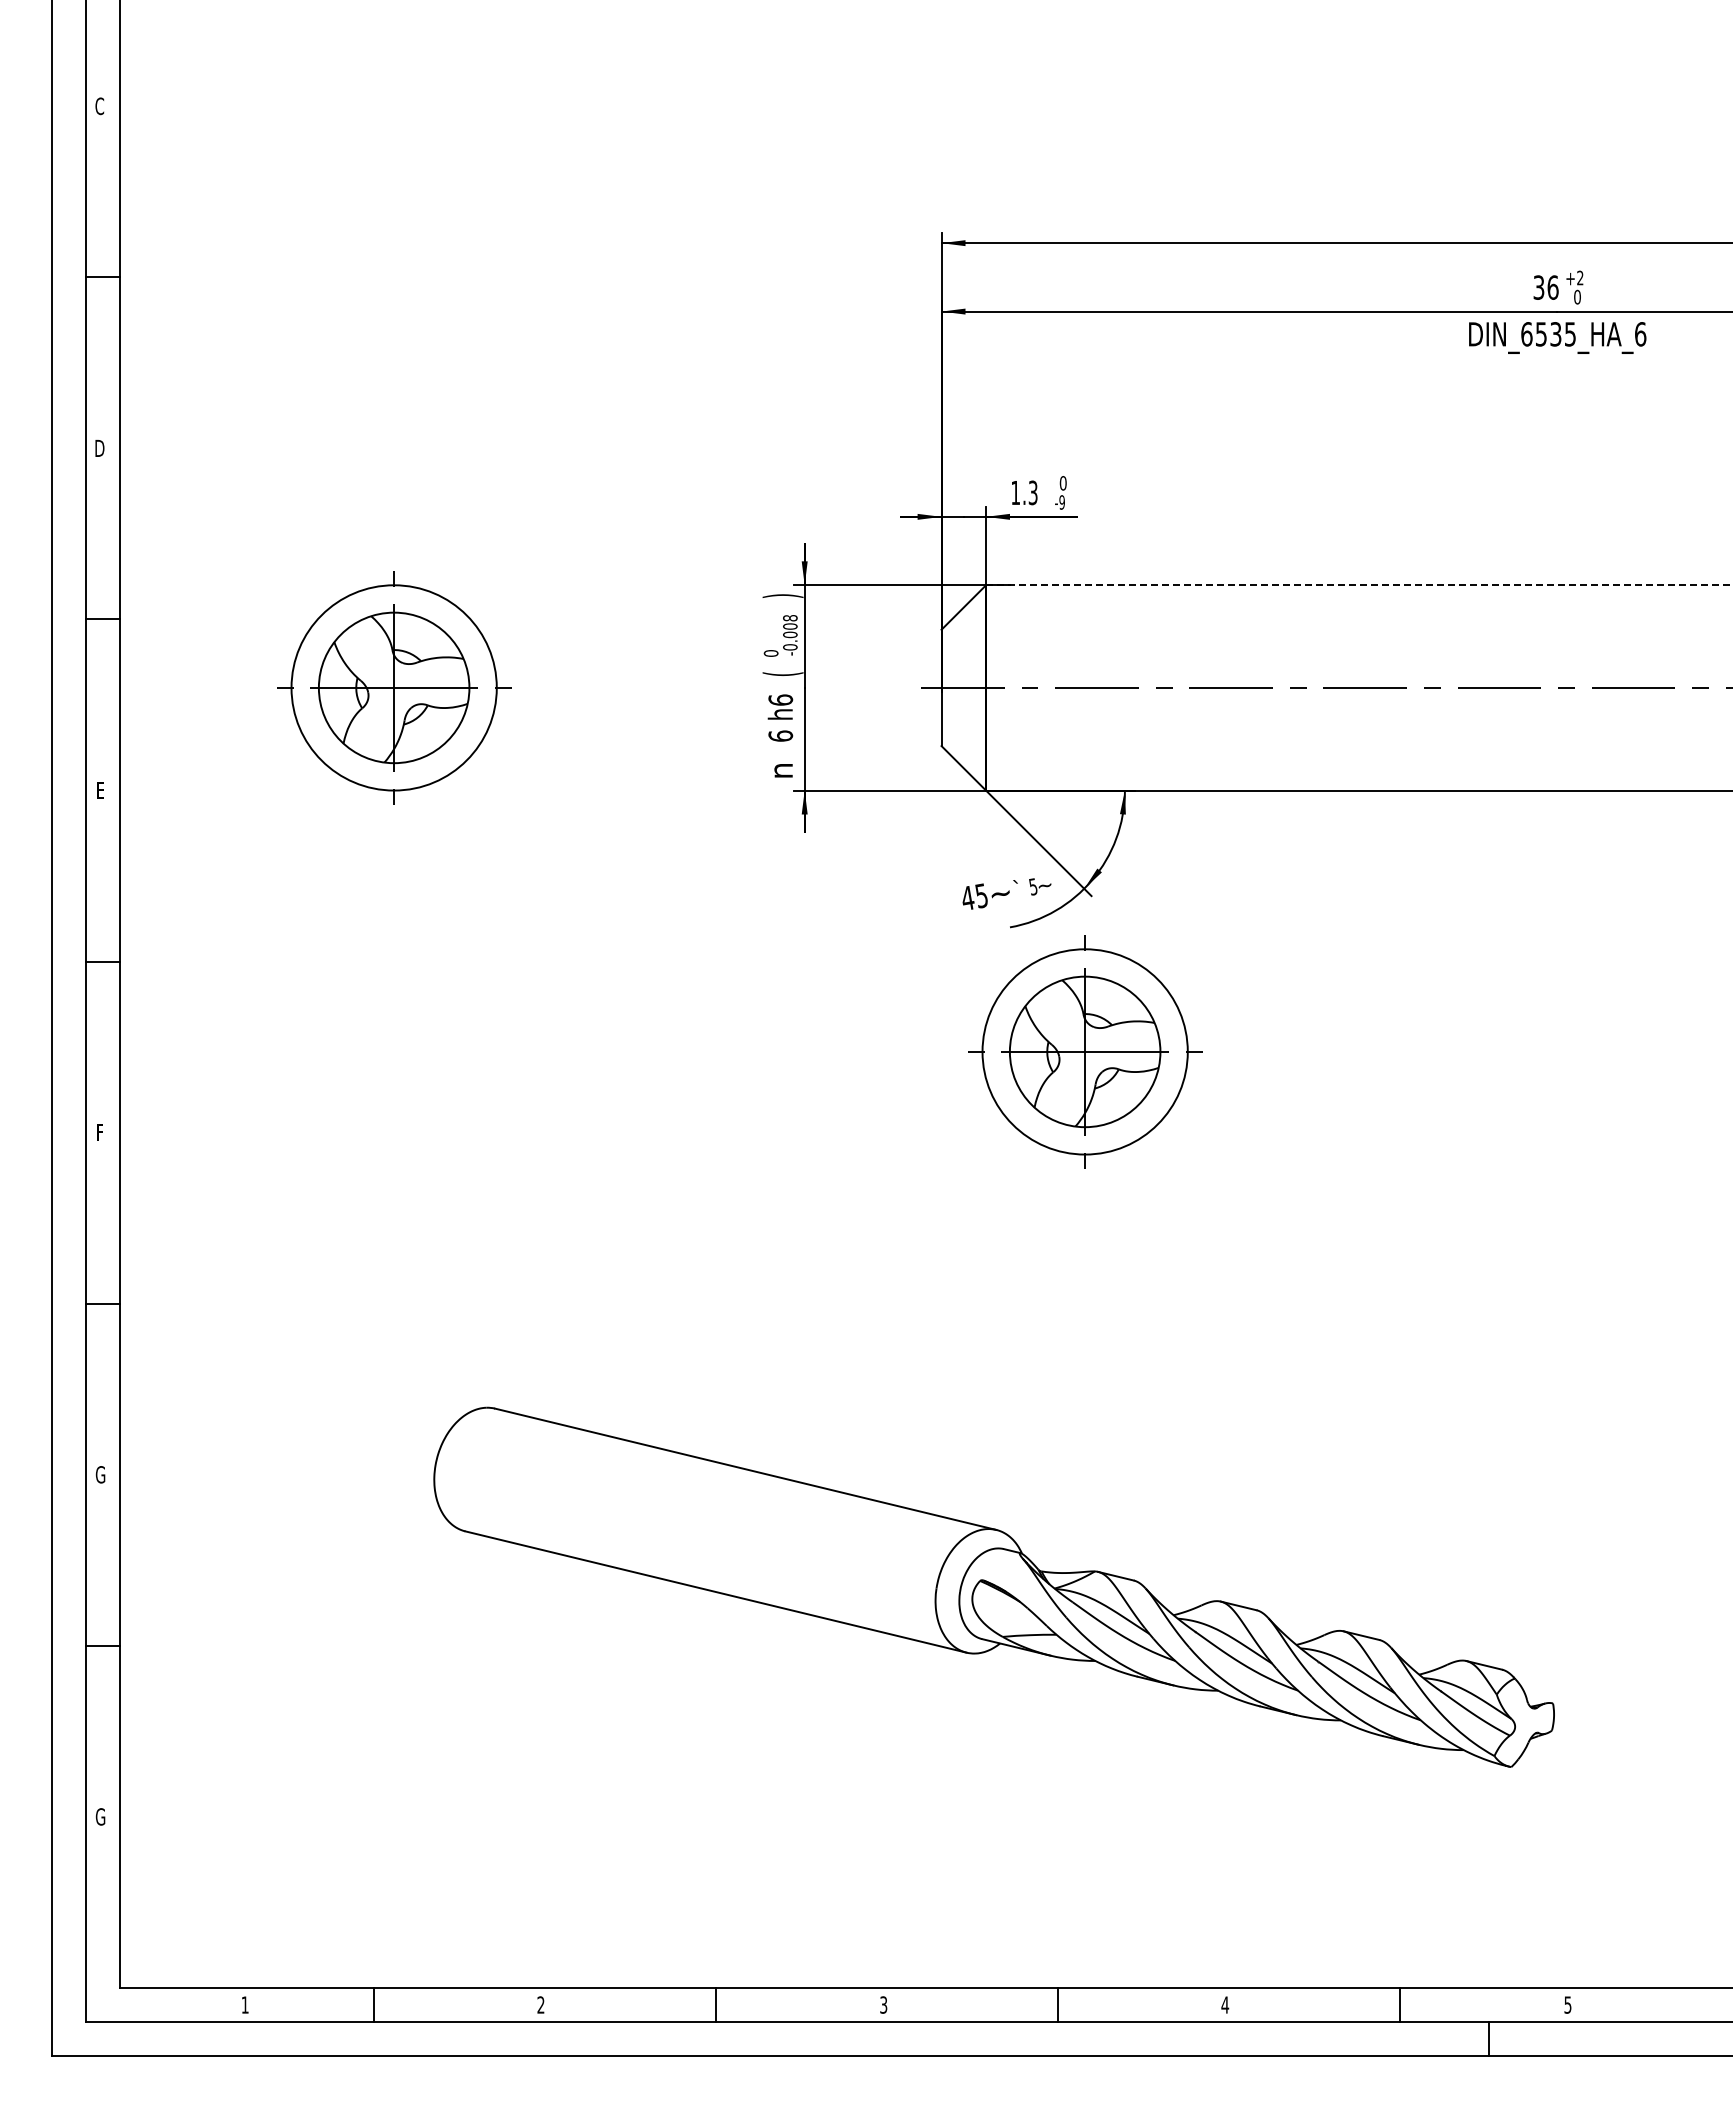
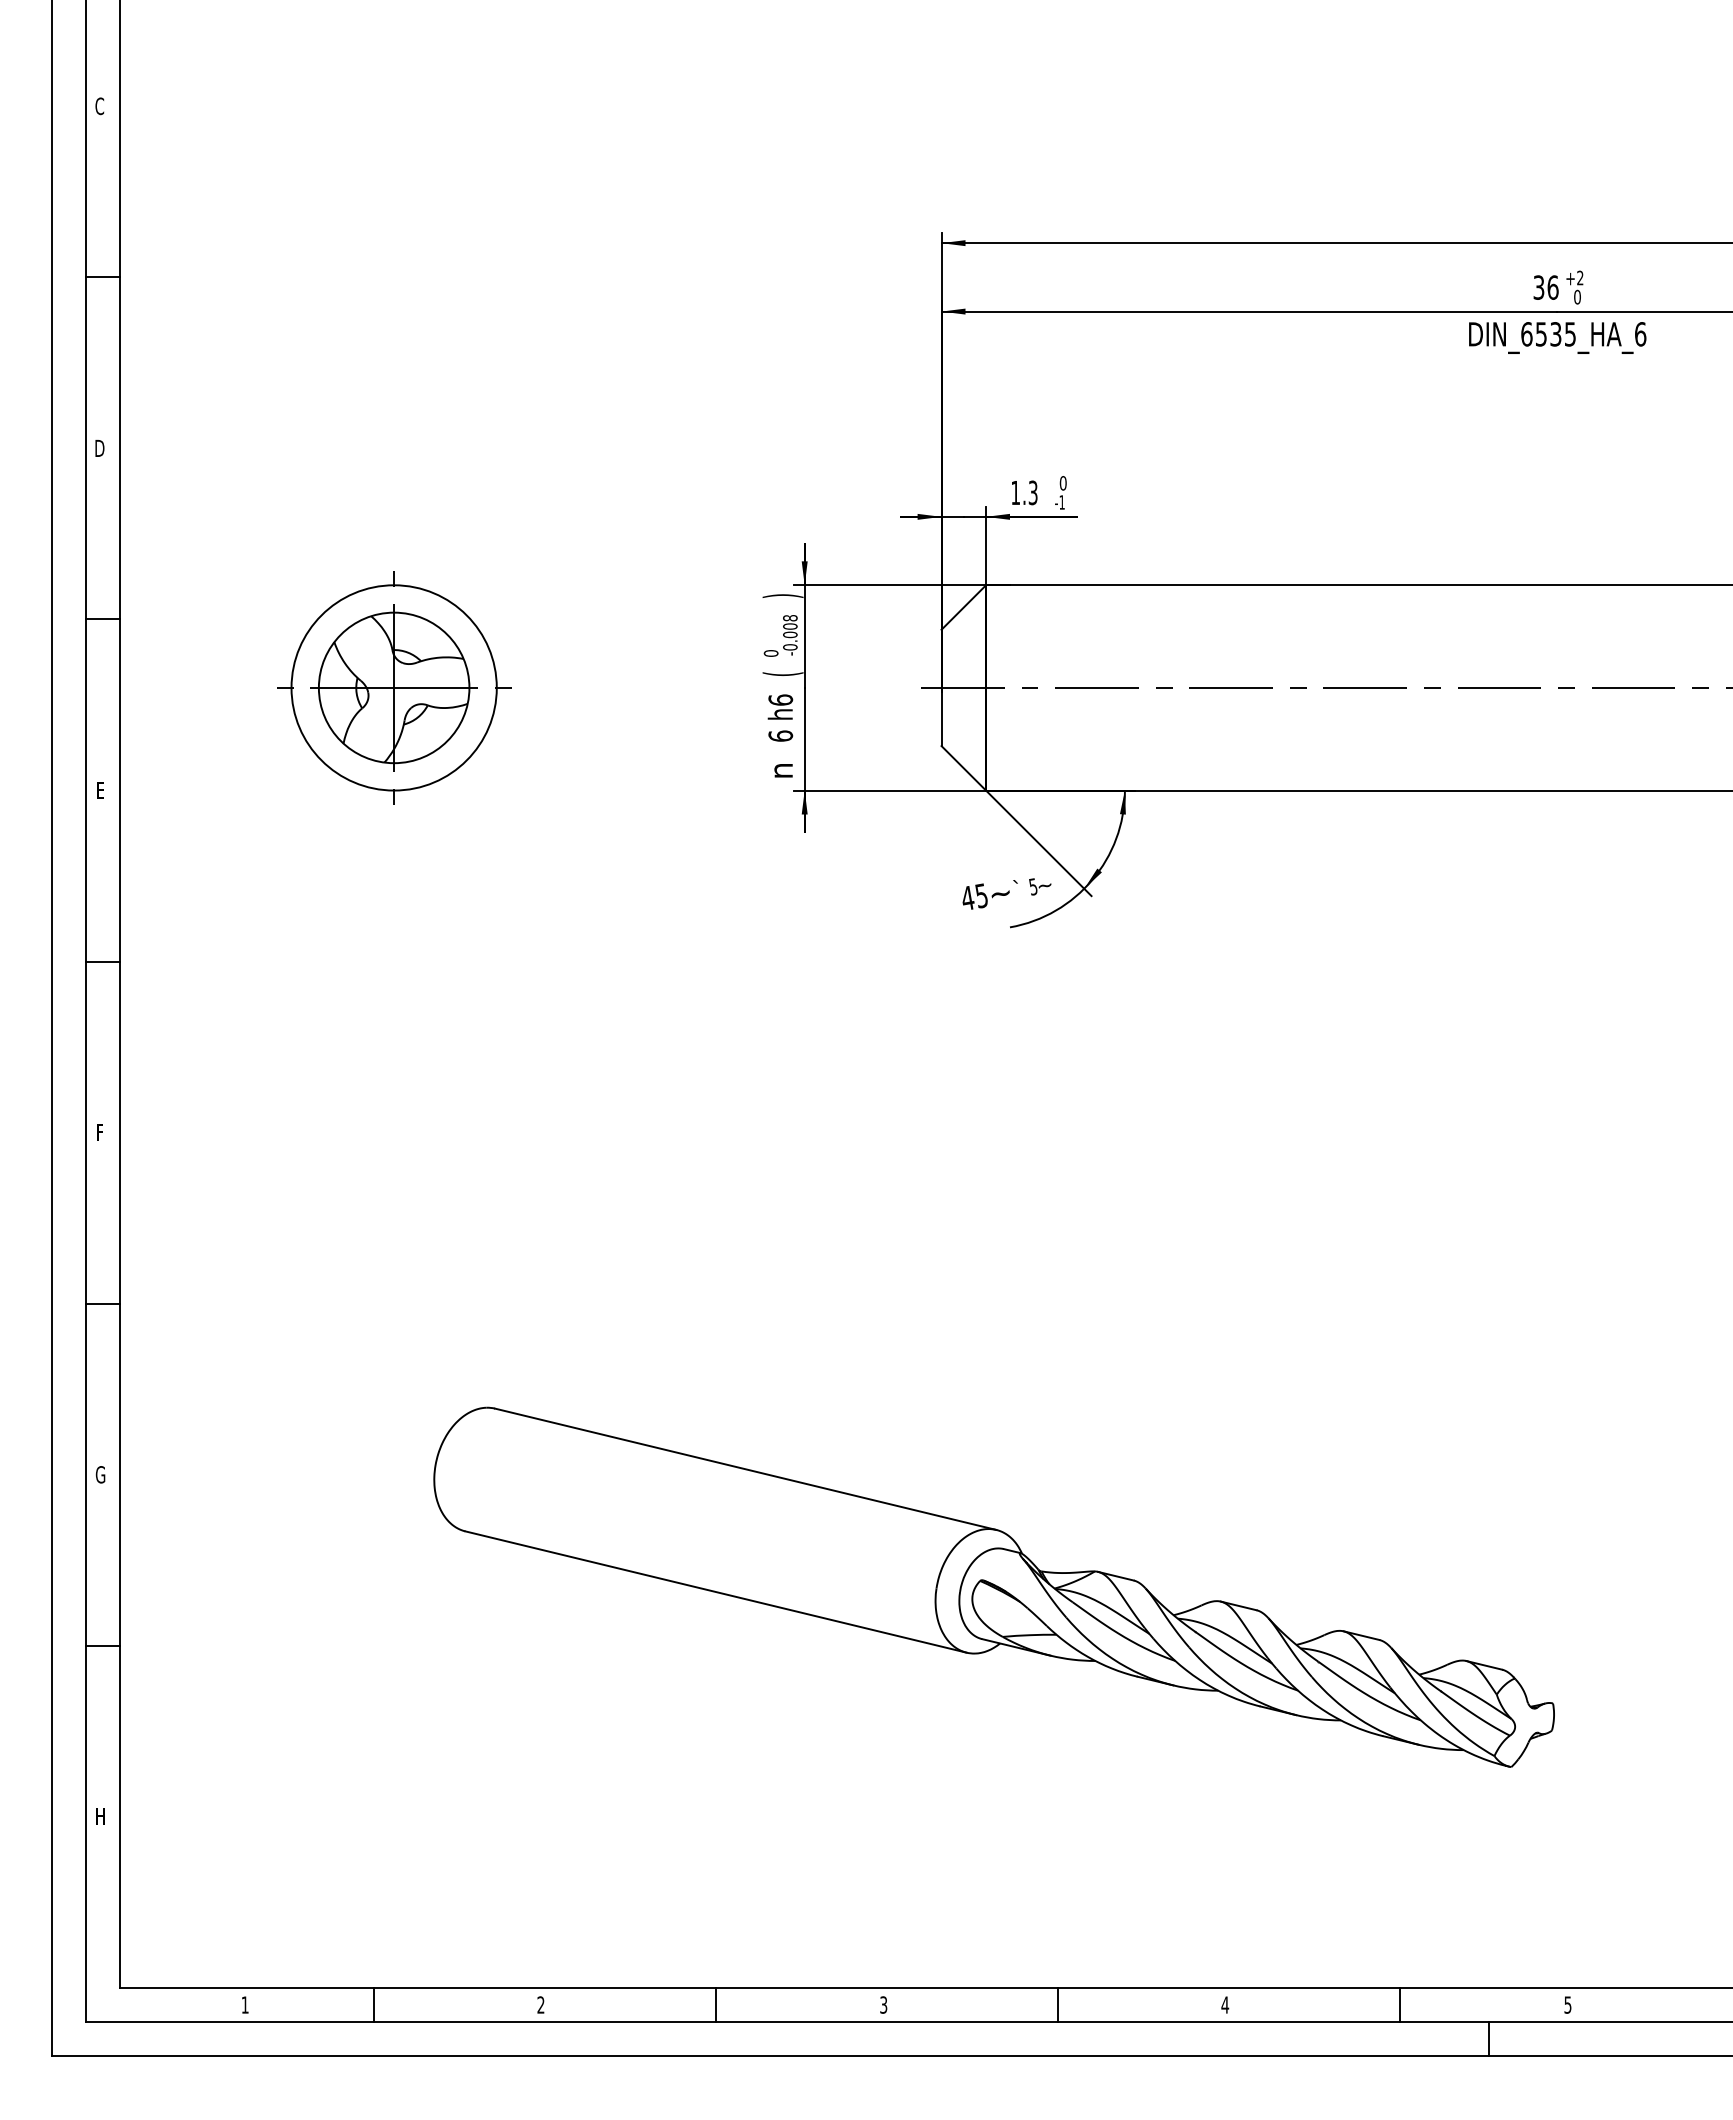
text at (1061, 502): -9 -> -1
line at (1359, 585): dashed -> solid
part at (1085, 1051): present -> none
text at (100, 1816): G -> H
